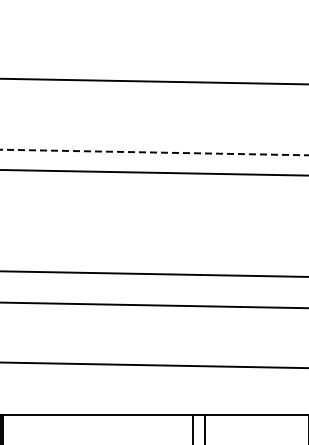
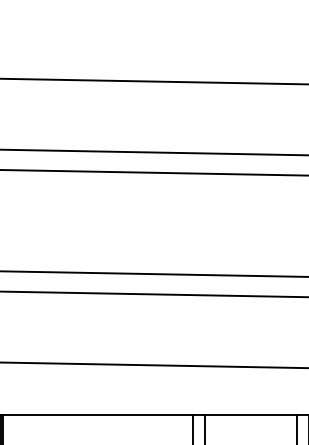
line at (154, 152): dashed -> solid
line at (153, 305) position: (153, 305) -> (153, 294)
line at (297, 427): none -> present
